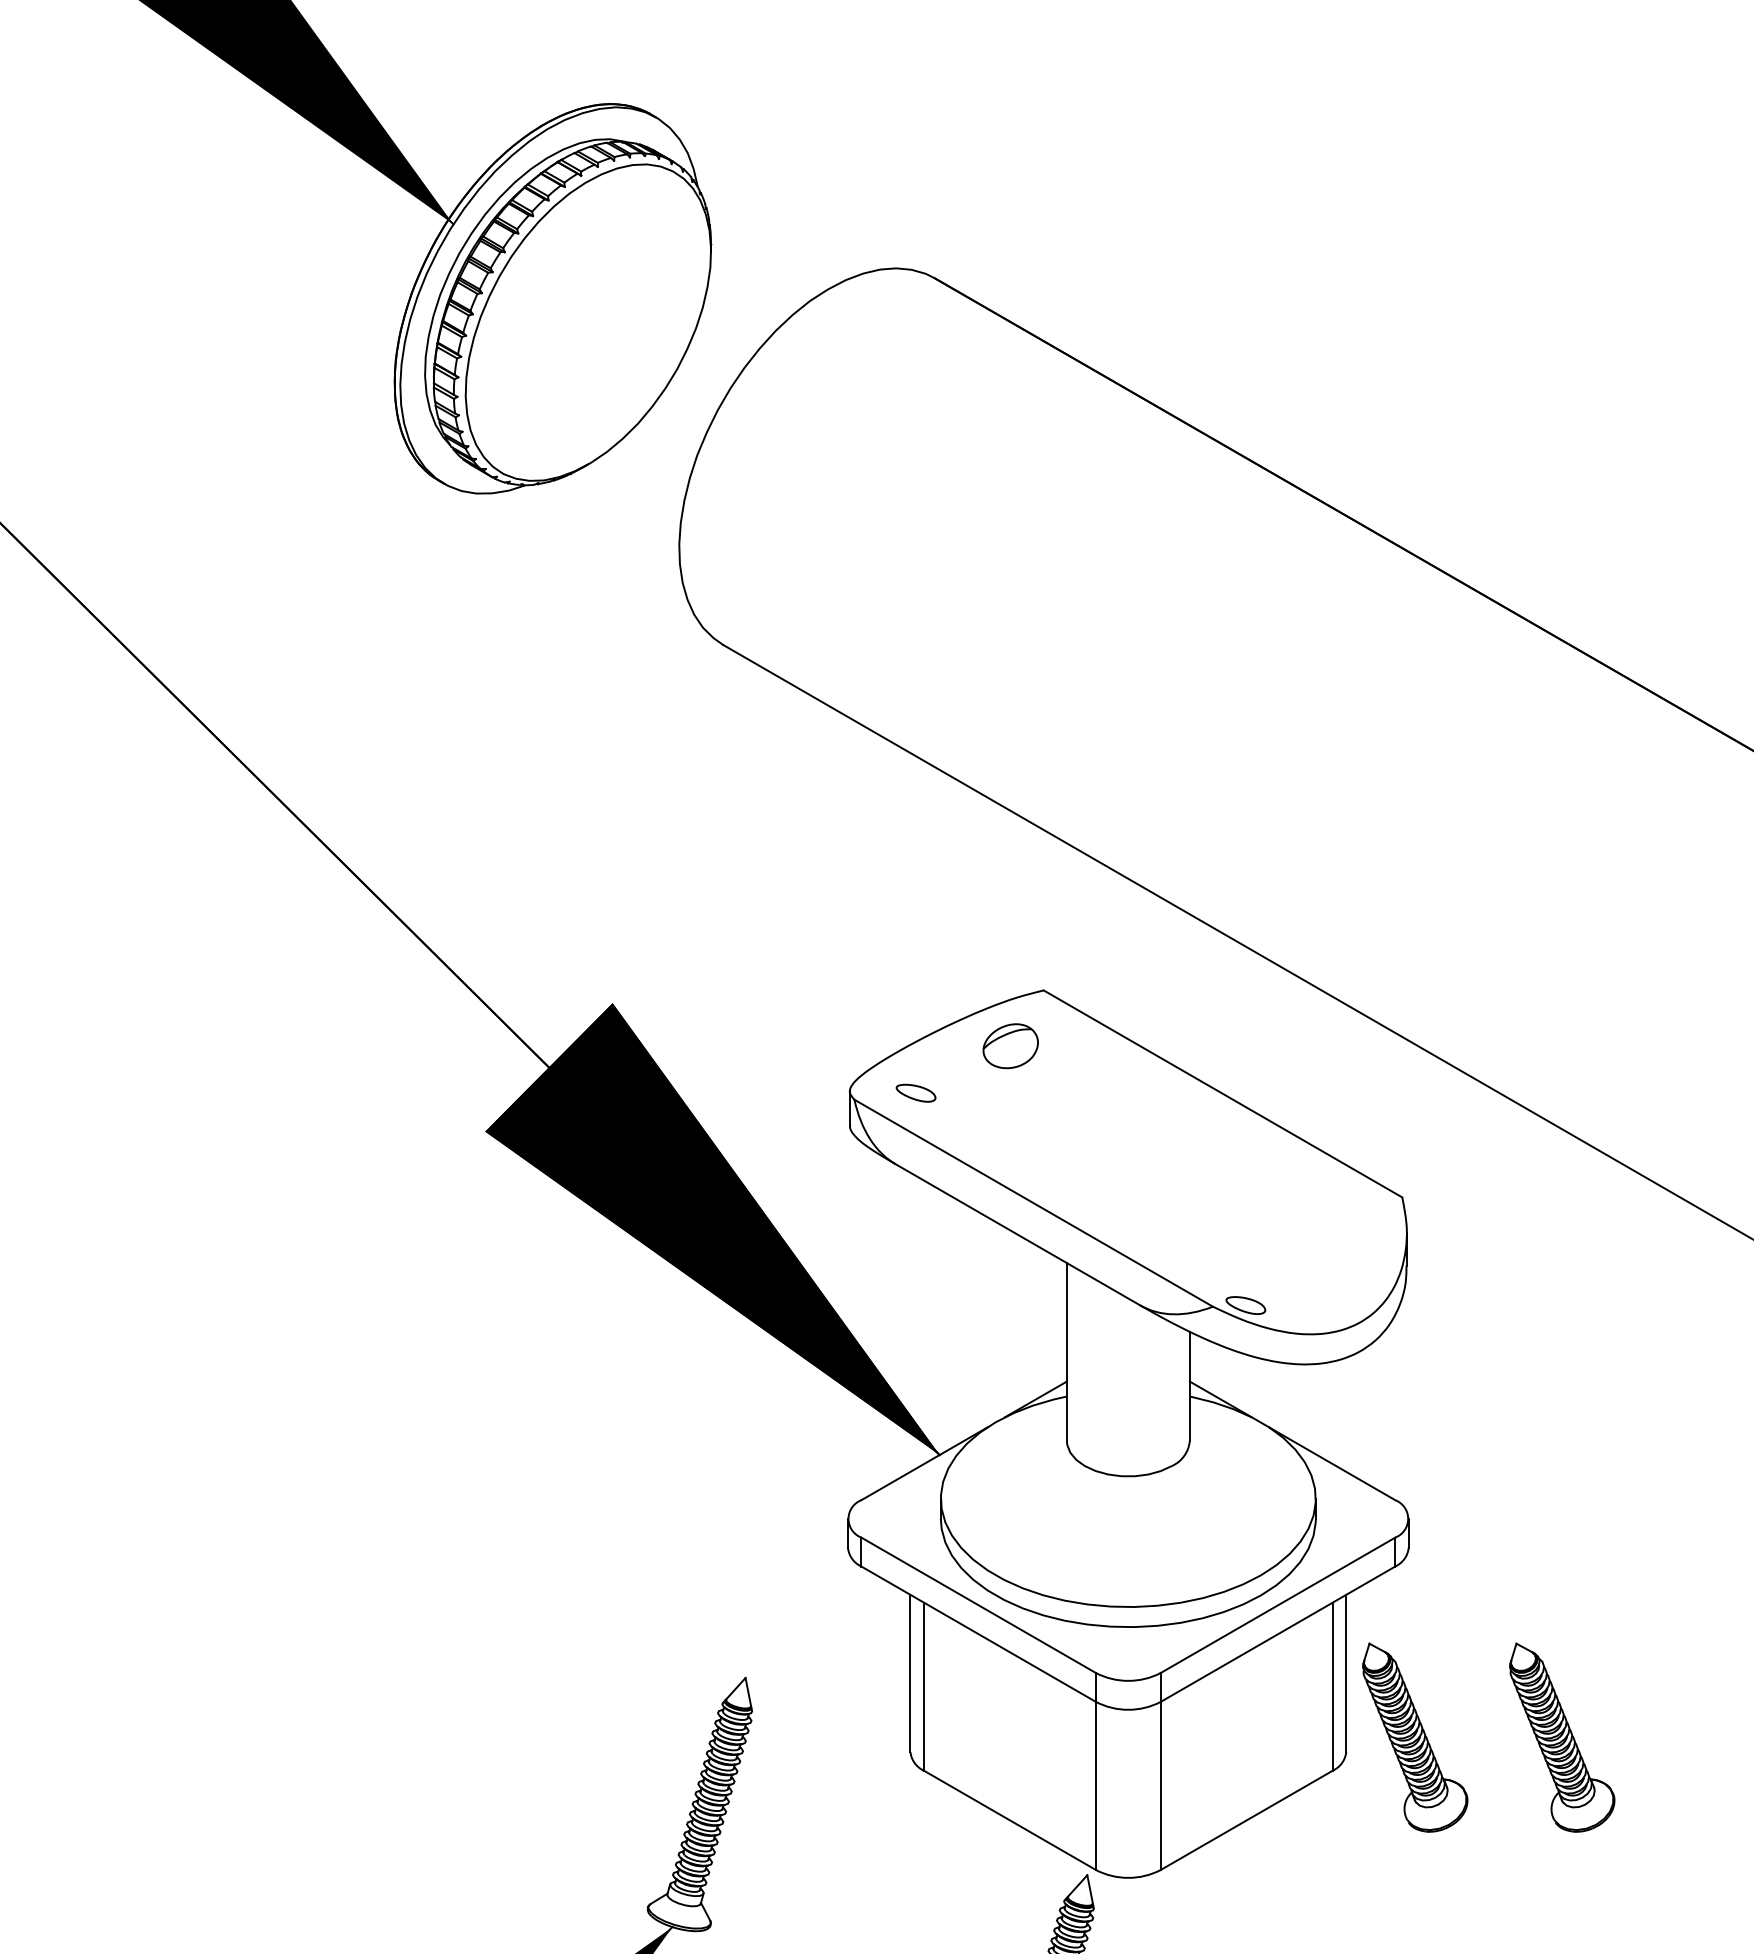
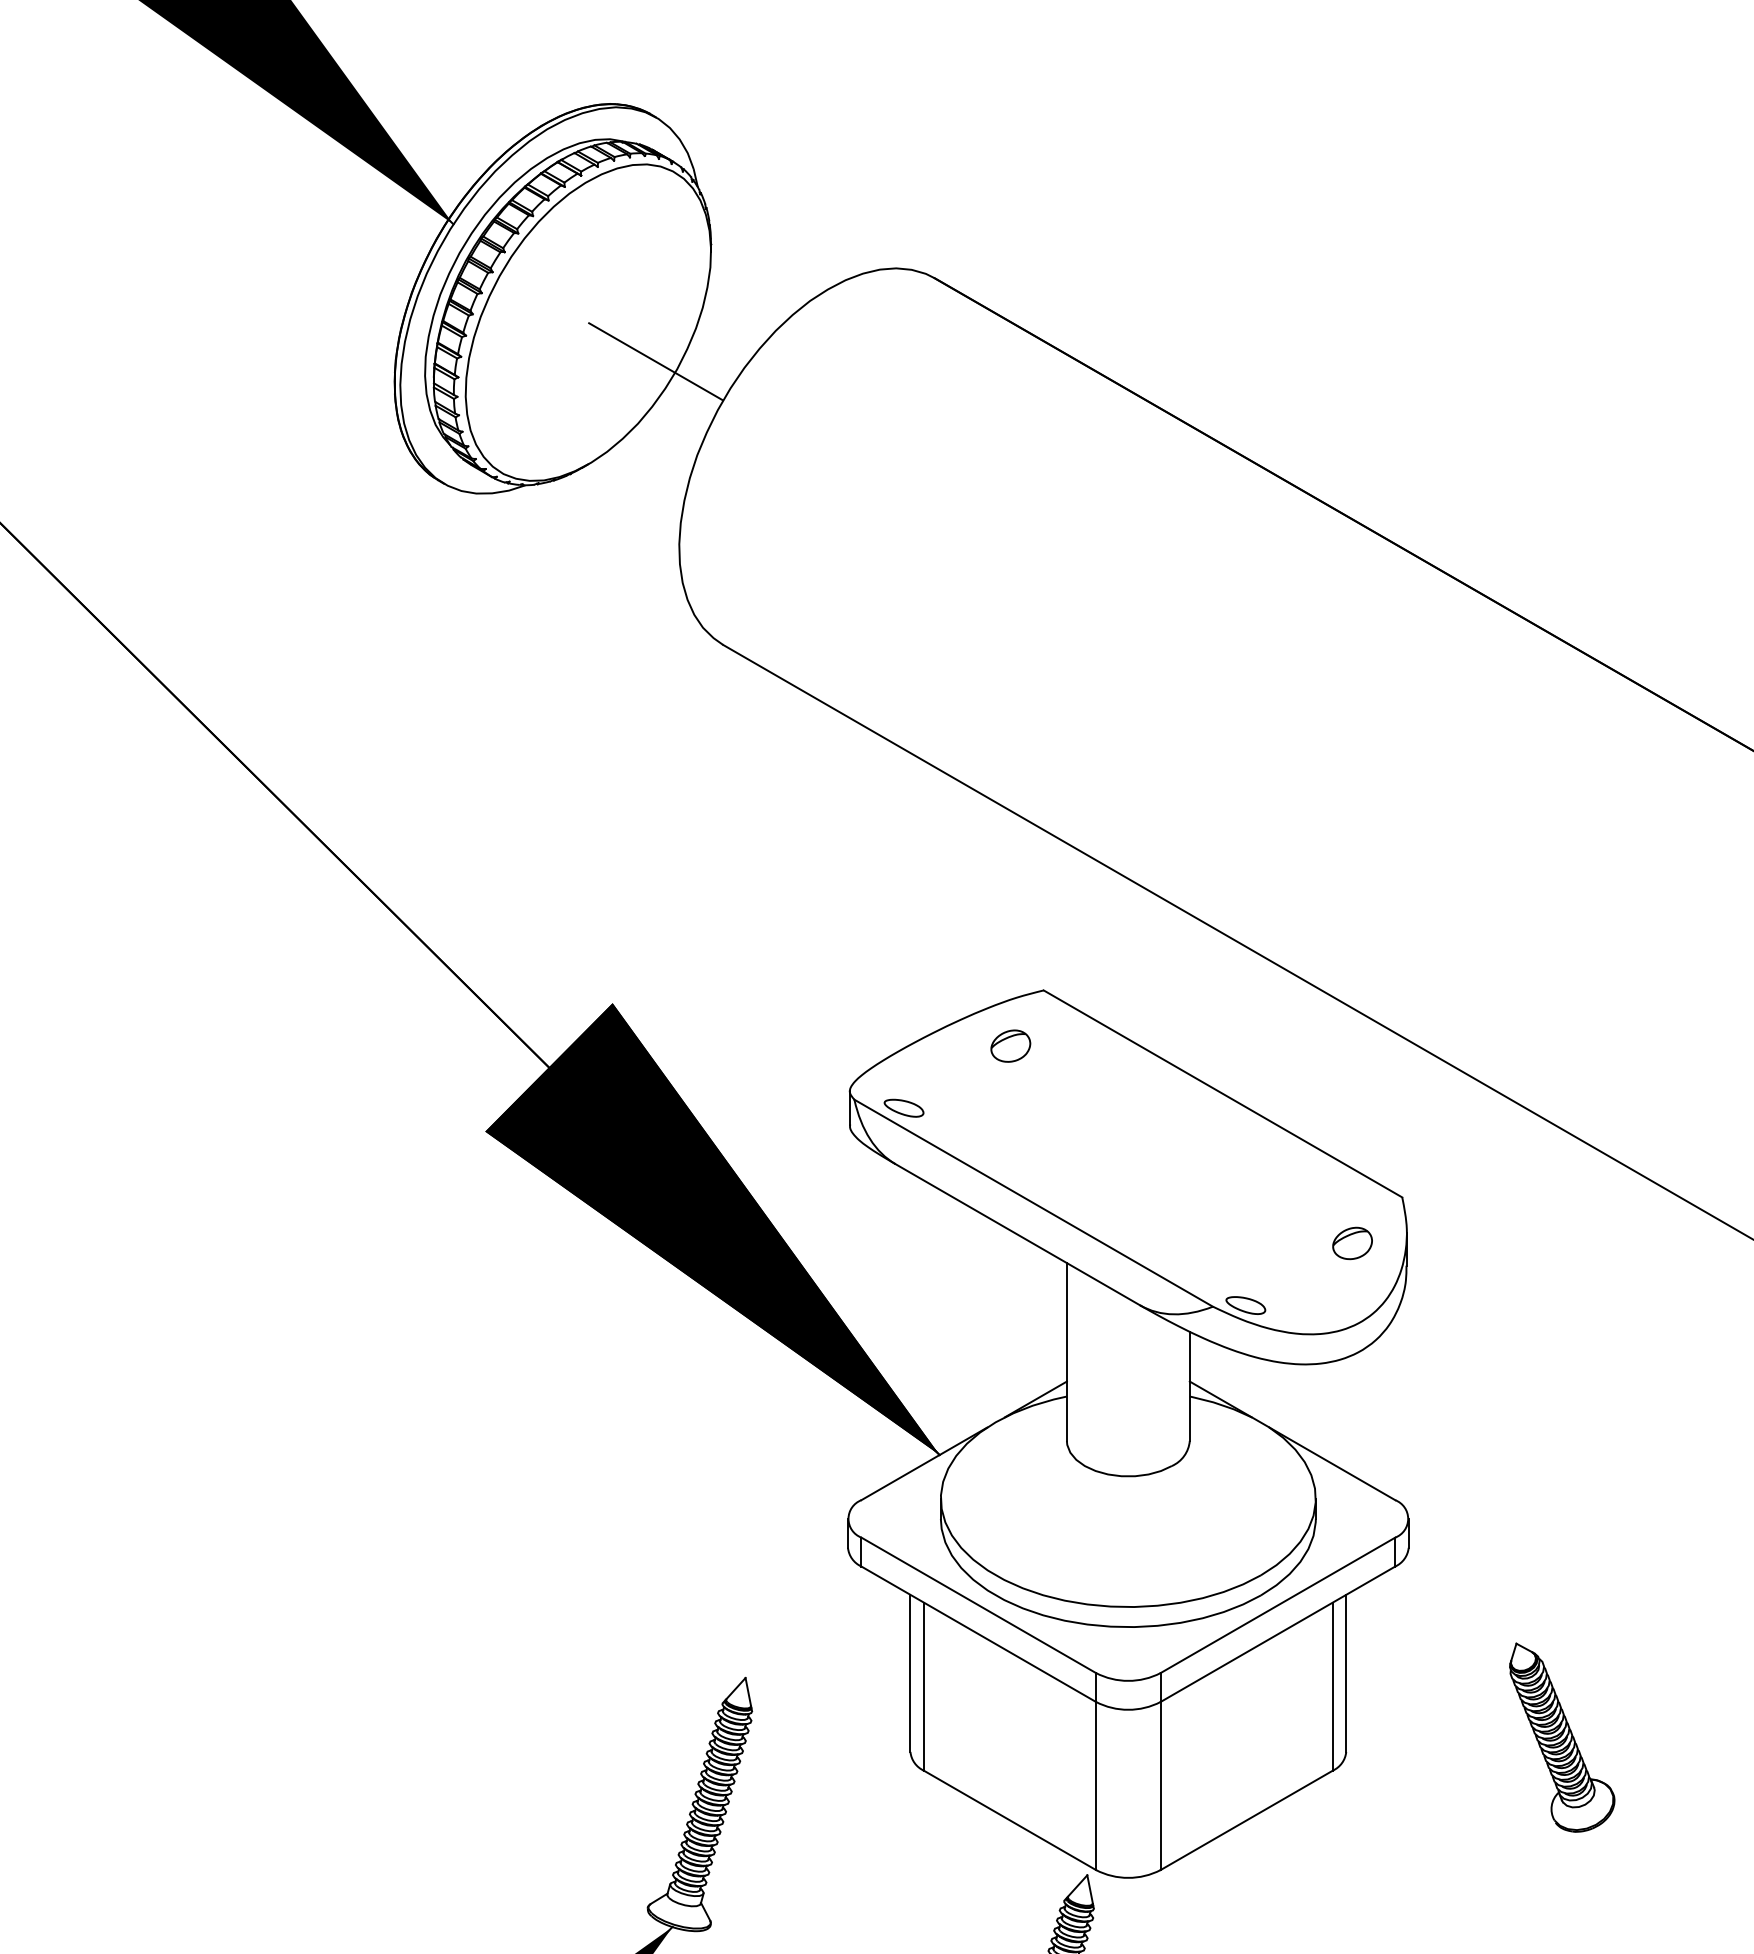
line at (655, 361): none -> present
part at (1010, 1046) size: 57x47 px -> 42x34 px
part at (915, 1092) position: (915, 1092) -> (903, 1107)
part at (1352, 1243): none -> present
part at (1415, 1737): present -> none
